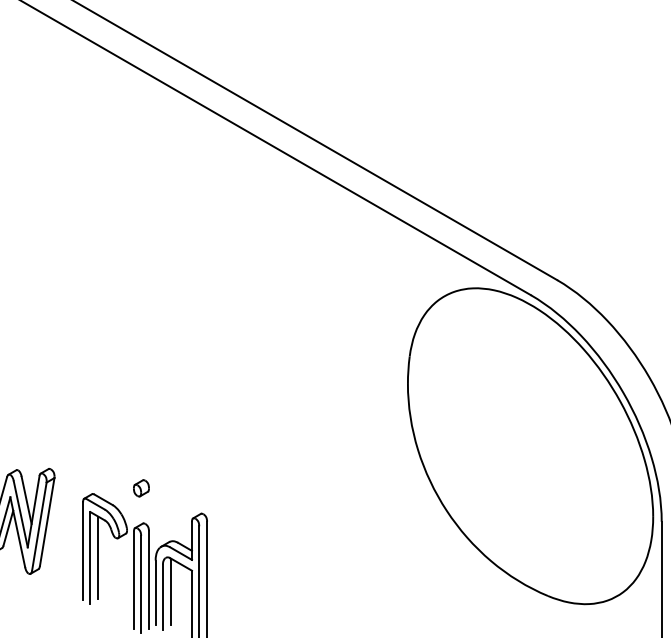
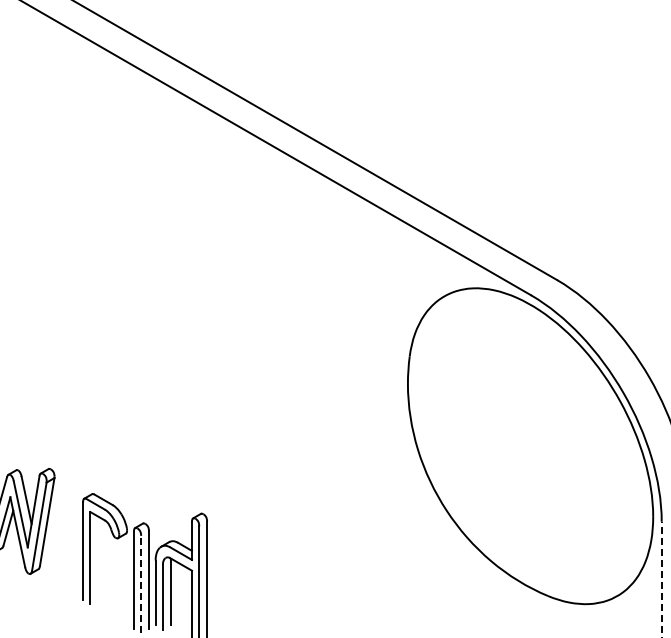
part at (141, 488): present -> none
line at (98, 557): present -> none
line at (661, 579): solid -> dashed
line at (141, 584): solid -> dashed
